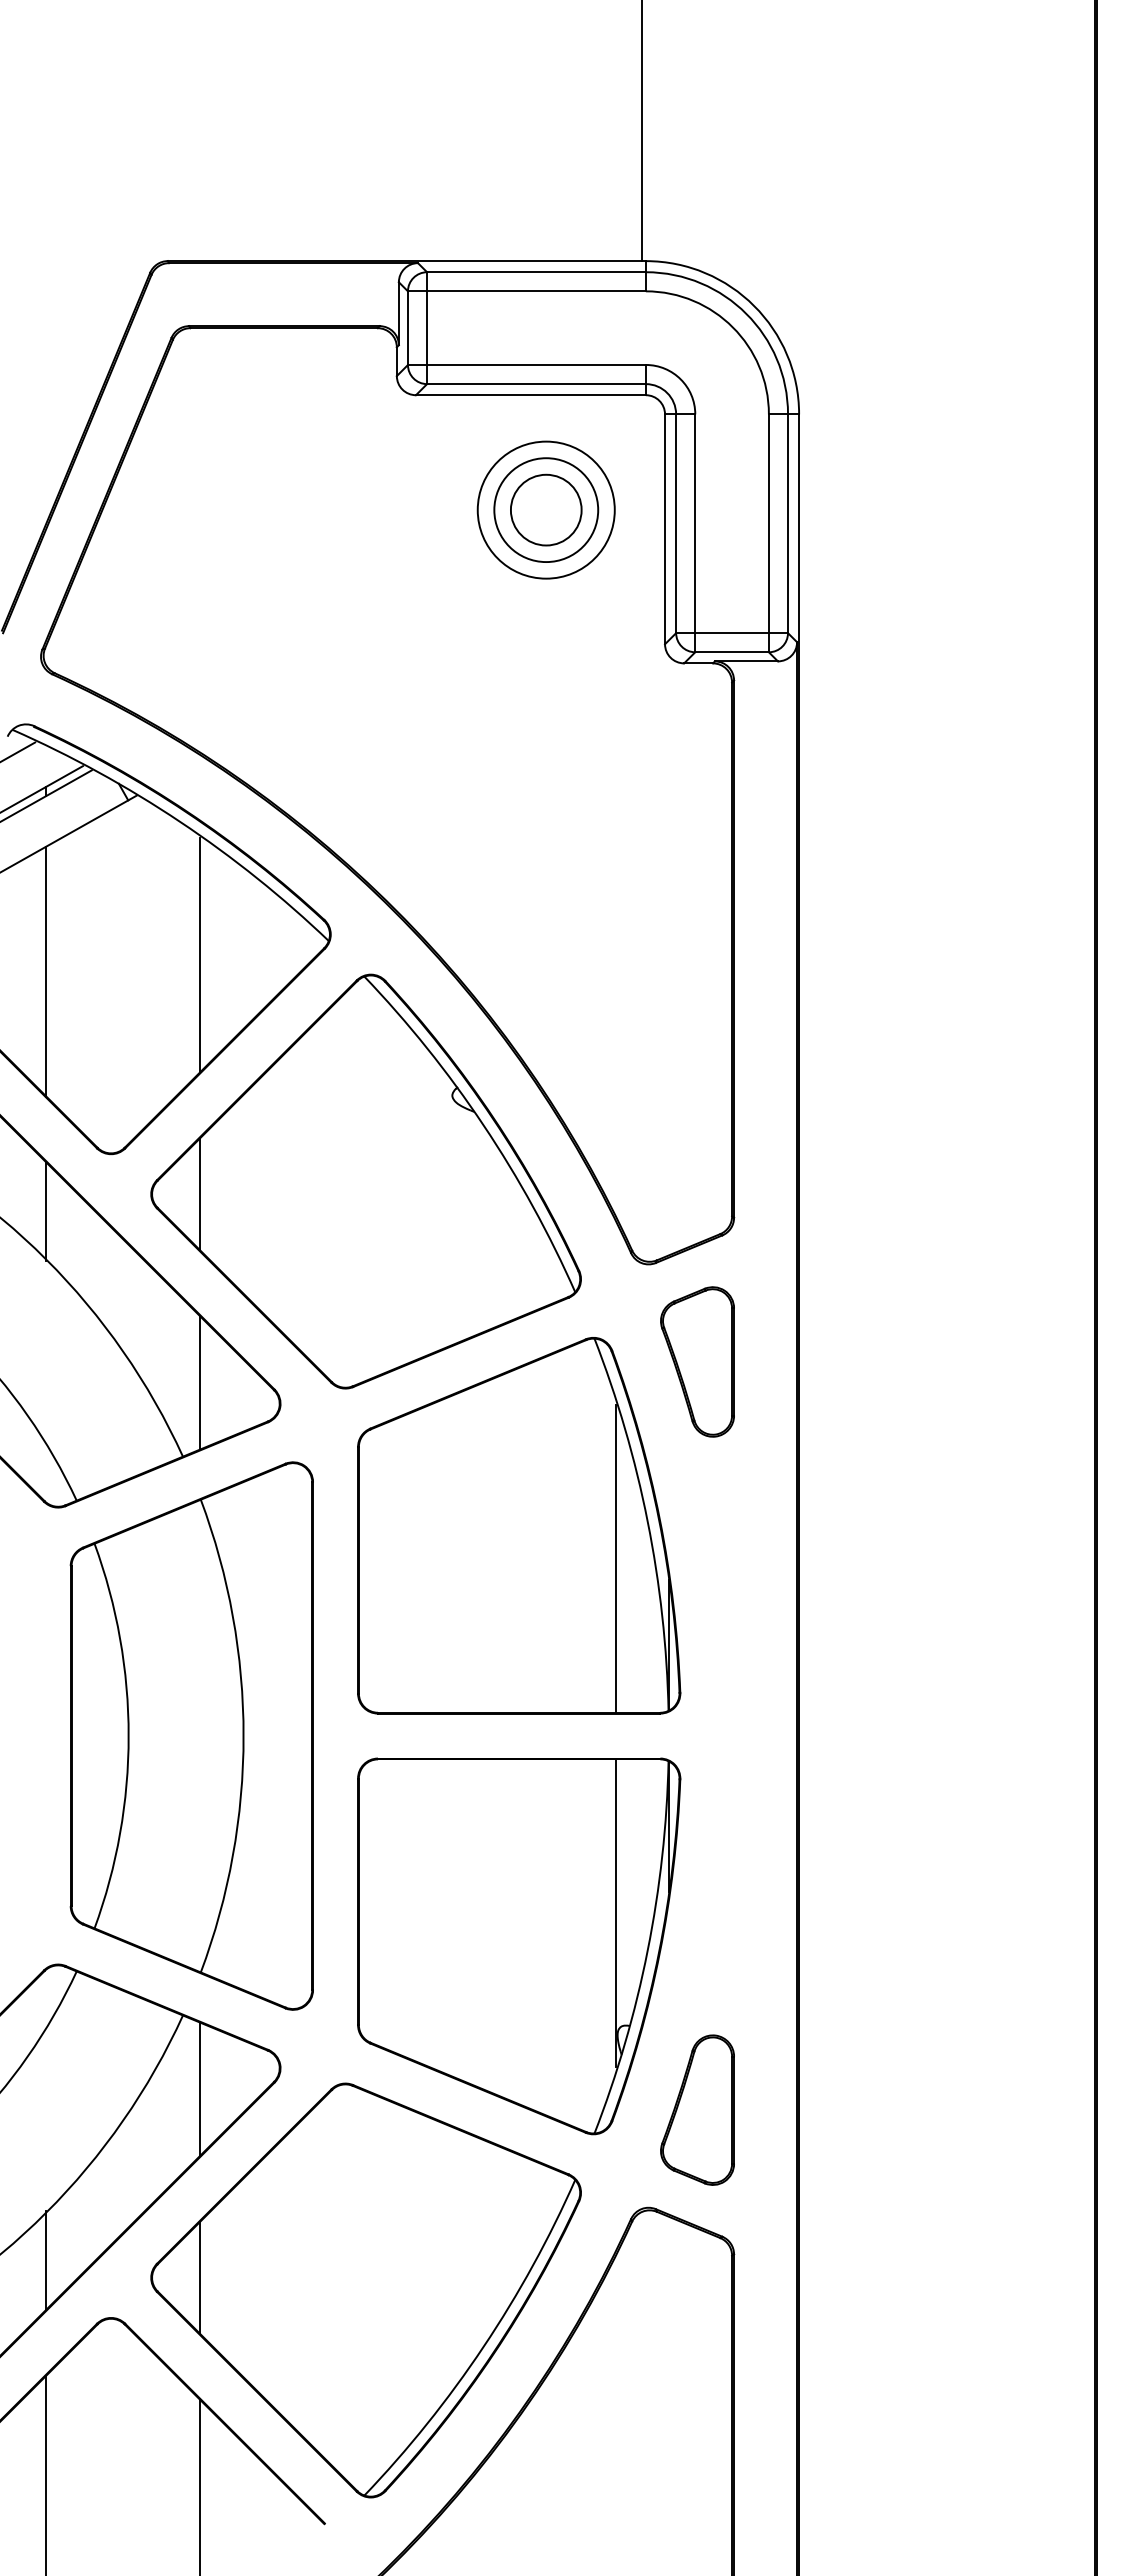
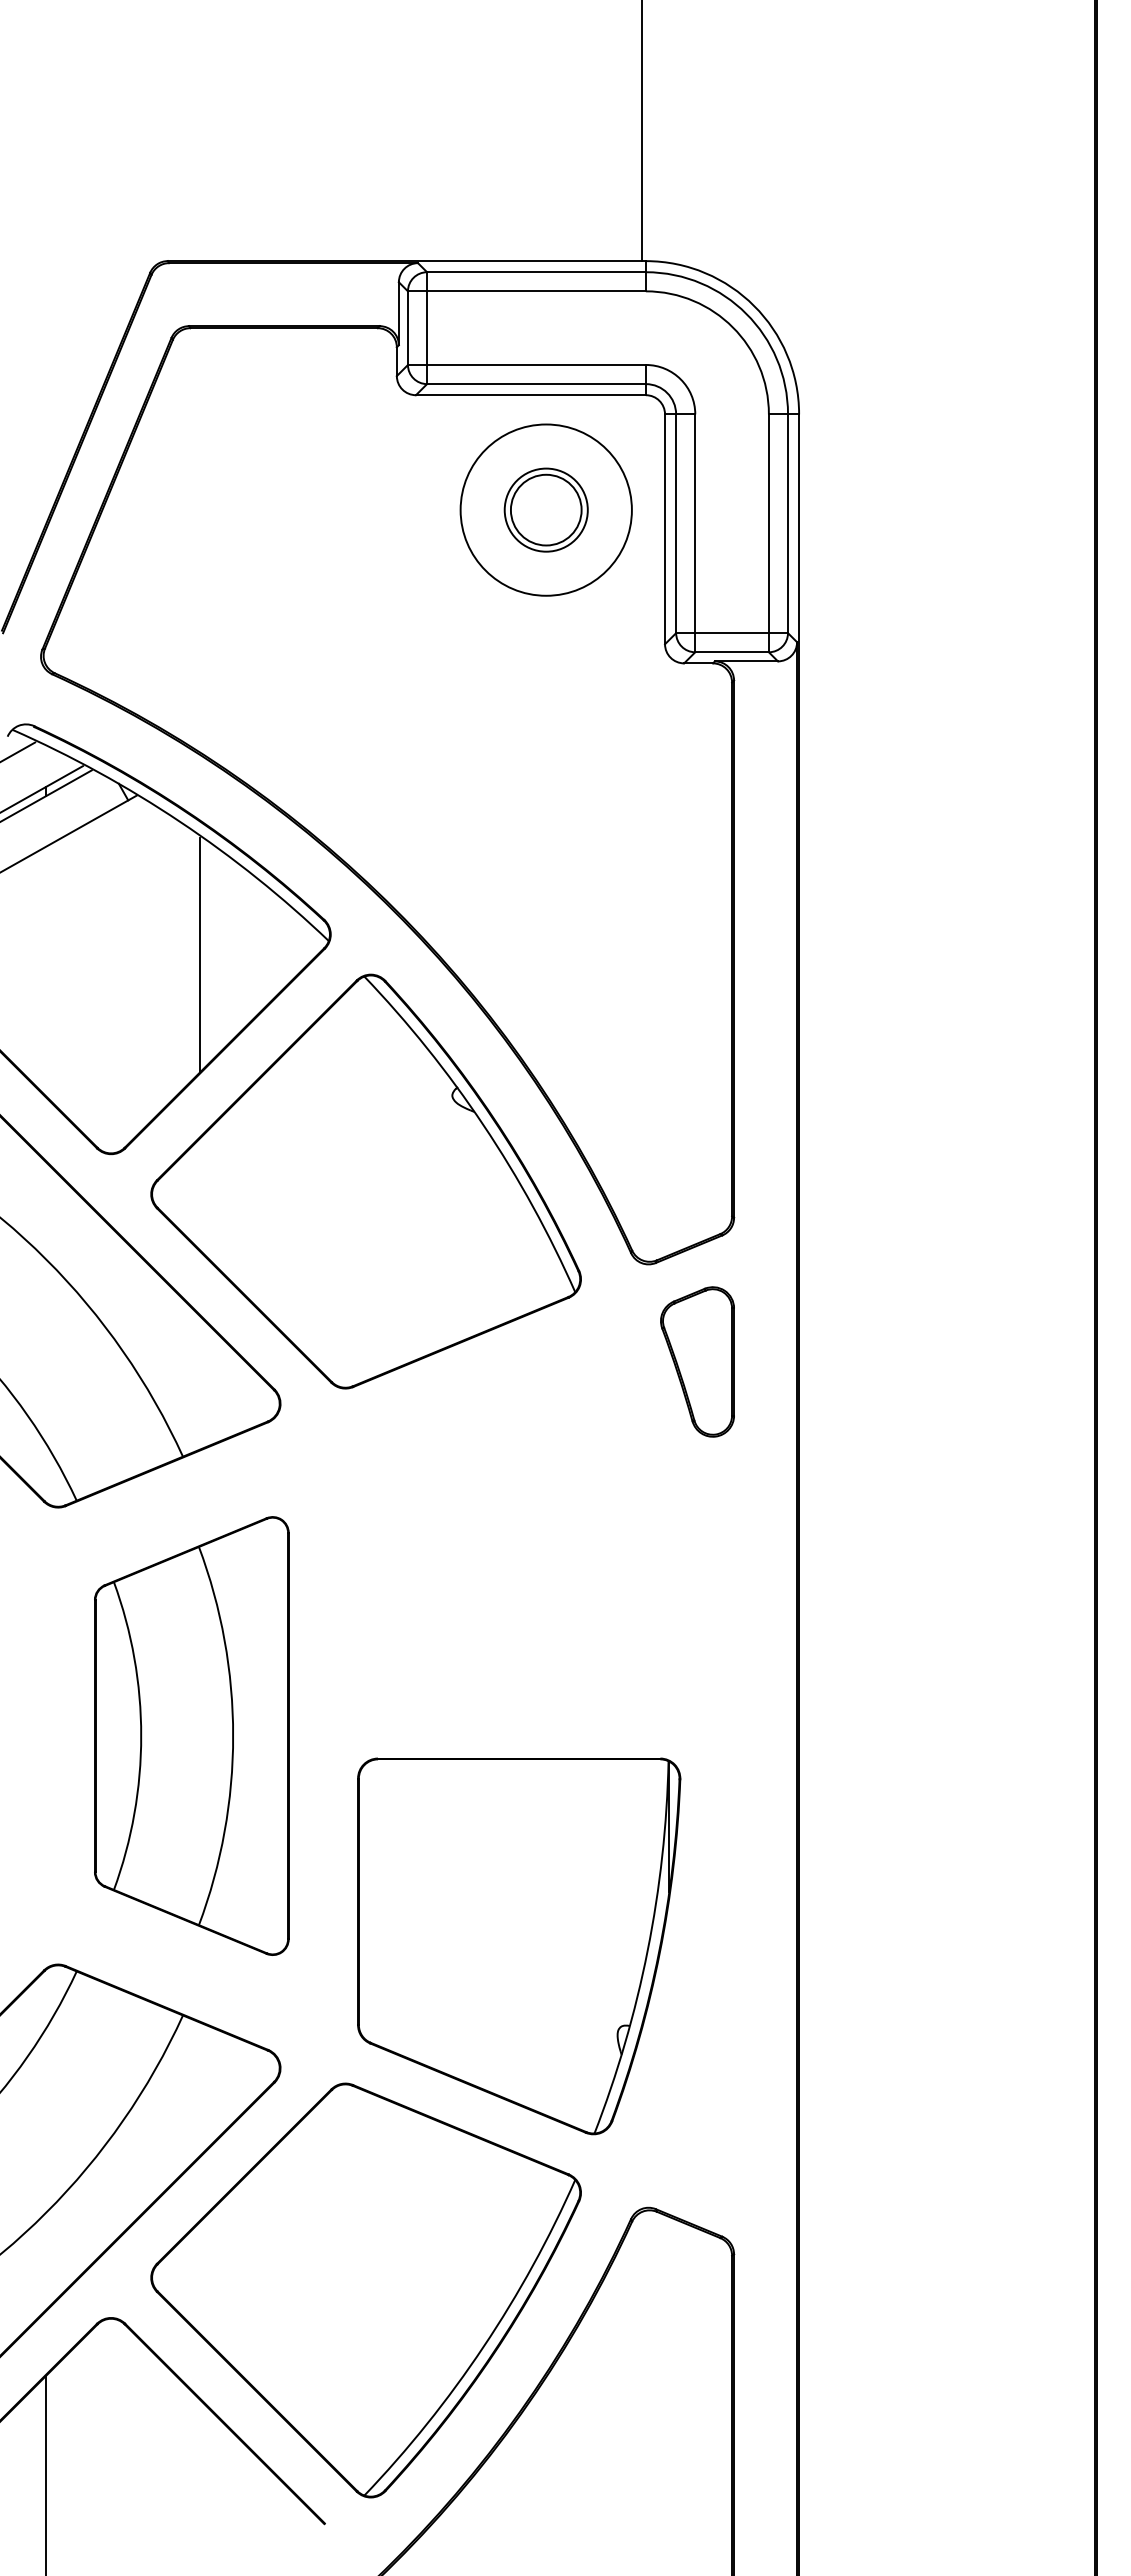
circle at (545, 509) diameter: 137 px -> 171 px
circle at (546, 510) diameter: 104 px -> 83 px
line at (46, 971): present -> none
line at (200, 1194): present -> none
line at (46, 1211): present -> none
line at (200, 1382): present -> none
part at (519, 1525): present -> none
part at (191, 1735) size: 245x550 px -> 196x440 px
line at (615, 1913): present -> none
line at (200, 2089): present -> none
part at (697, 2109): present -> none
line at (46, 2259): present -> none
line at (200, 2277): present -> none
line at (200, 2485): present -> none
